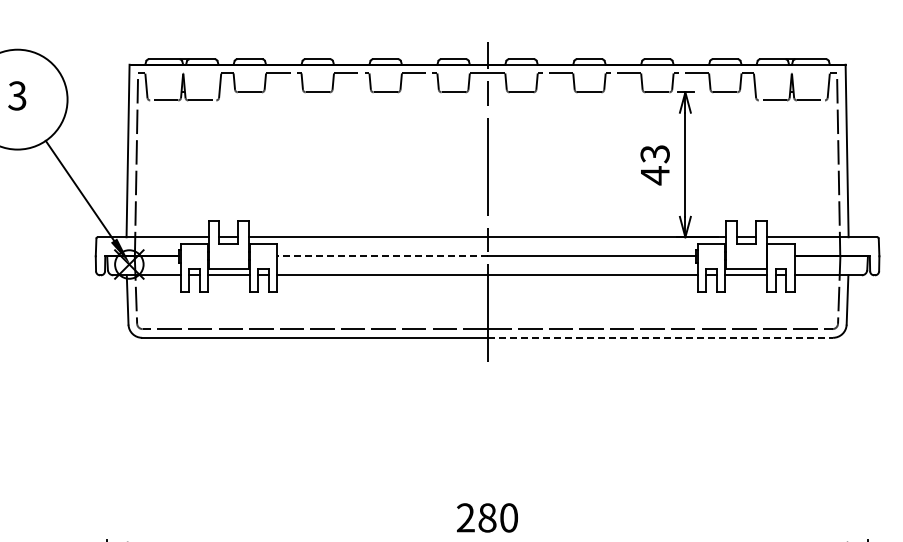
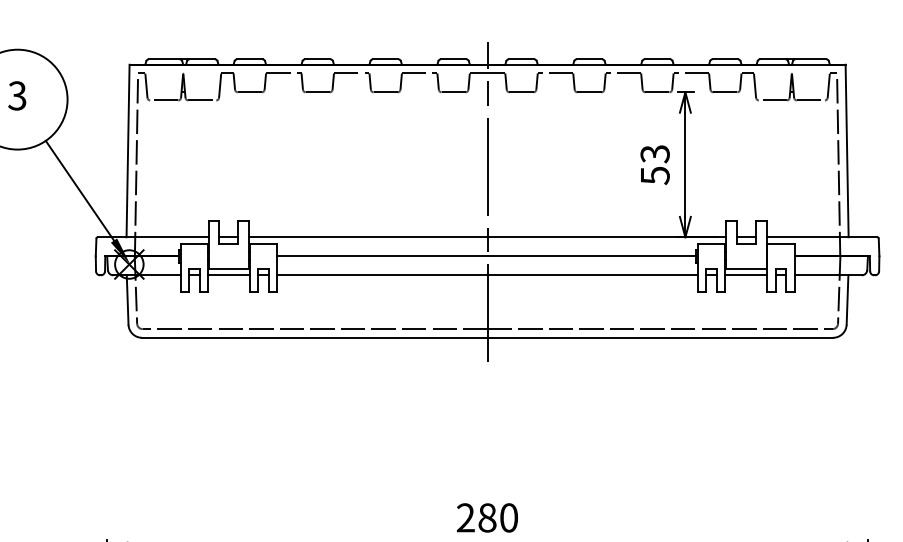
text at (655, 175): 43 -> 53
line at (381, 256): dashed -> solid
line at (660, 337): dashed -> solid
